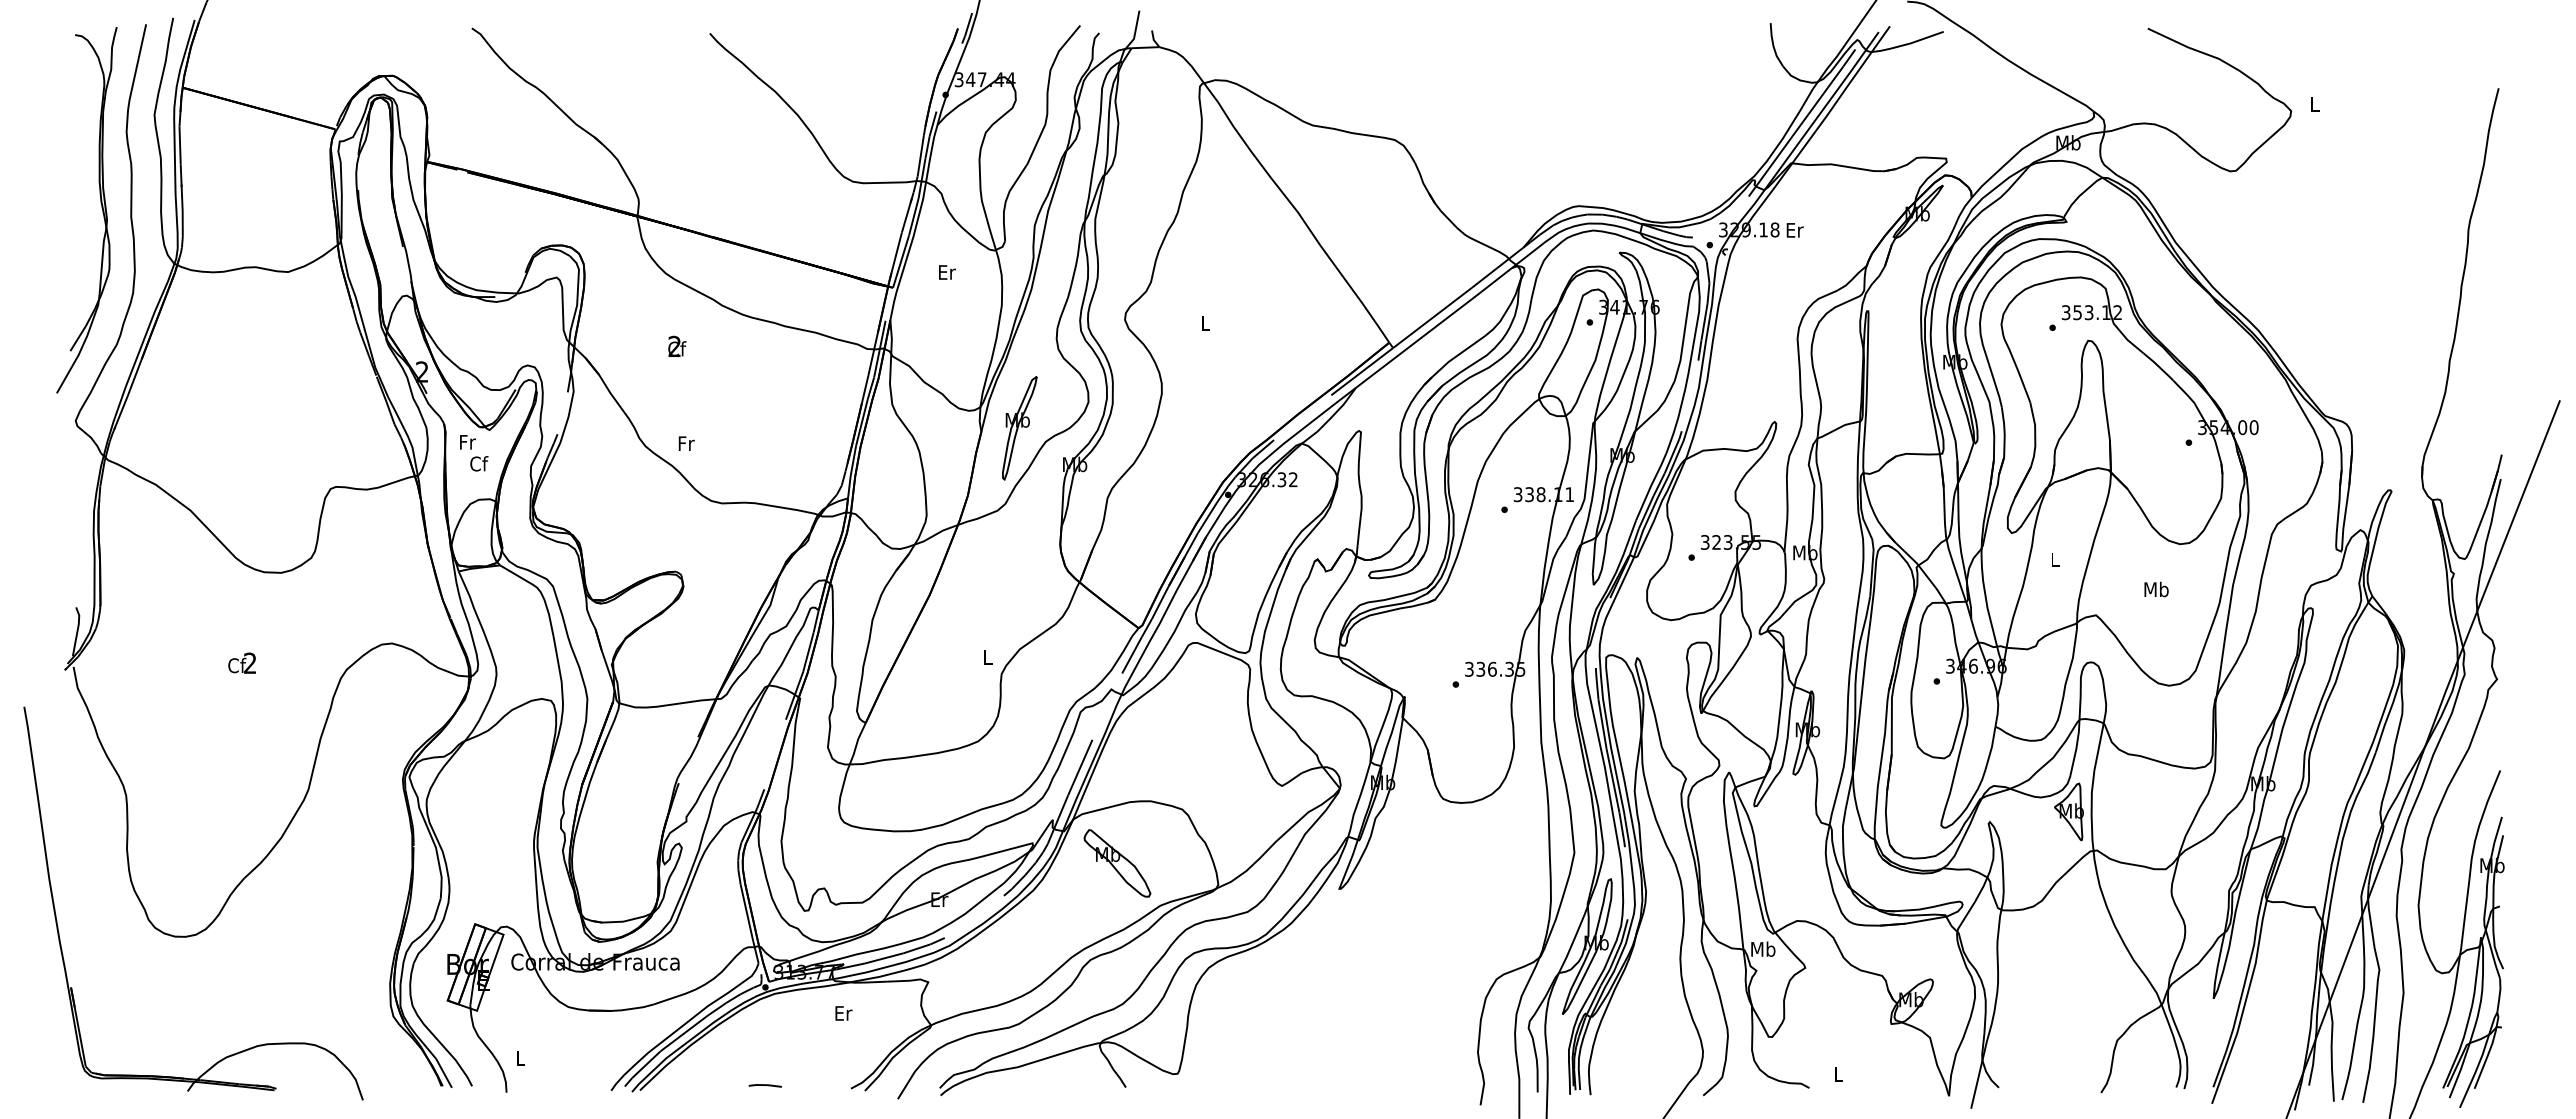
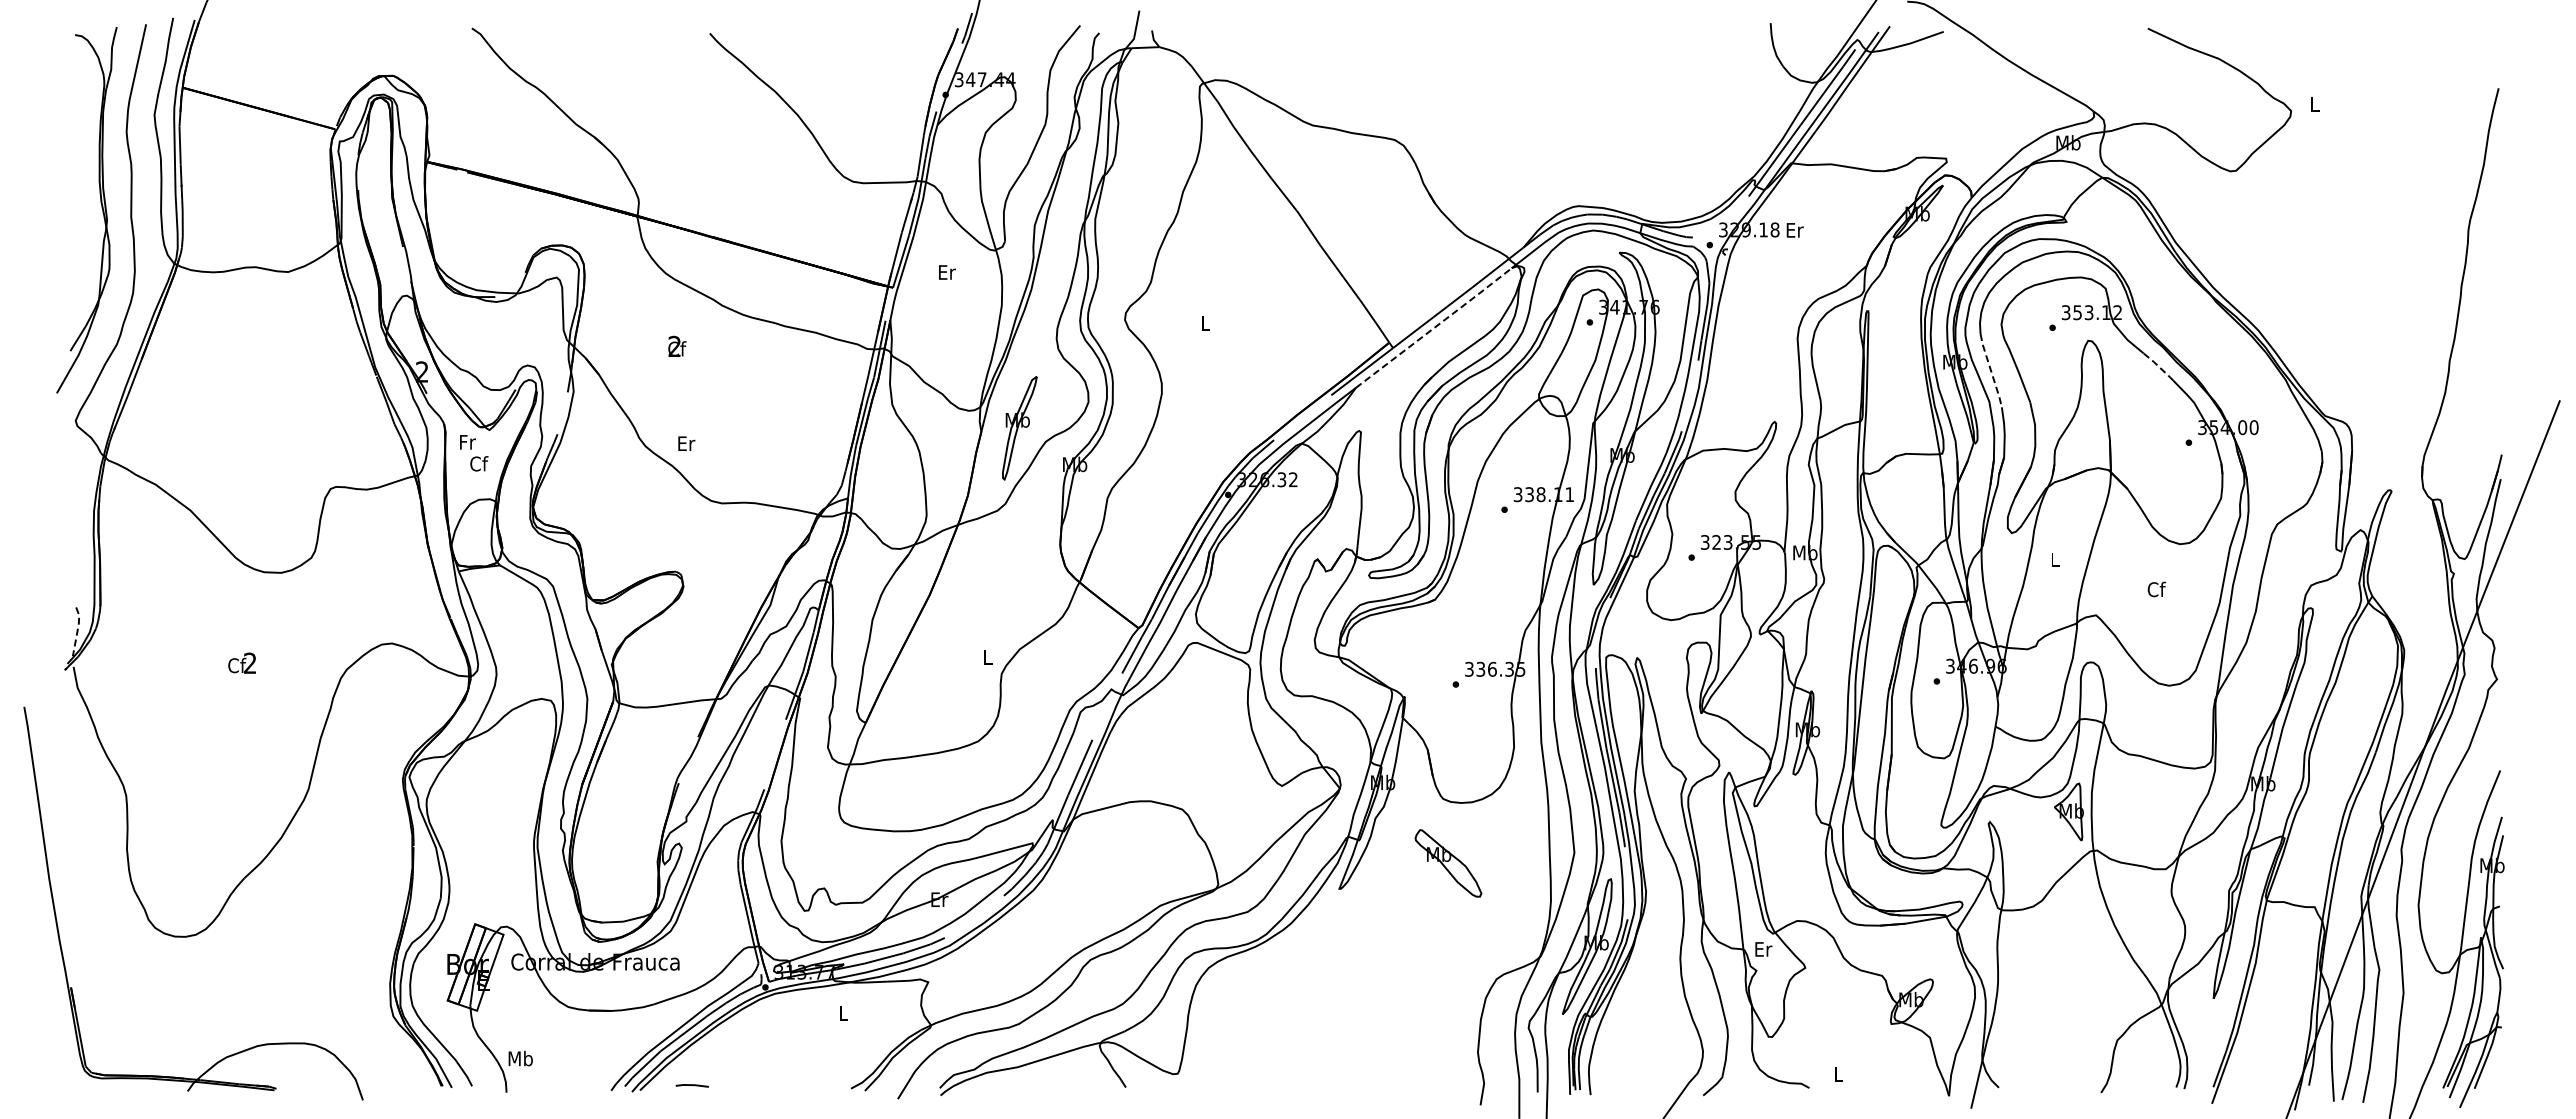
line at (1434, 327): solid -> dashed
line at (2158, 366): solid -> dashed
line at (1990, 370): solid -> dashed
text at (686, 443): Fr -> Er
text at (2156, 589): Mb -> Cf
line at (77, 631): solid -> dashed
part at (1117, 863) position: (1117, 863) -> (1448, 863)
text at (1763, 948): Mb -> Er
text at (843, 1013): Er -> L
text at (520, 1058): L -> Mb
line at (764, 1085) position: (764, 1085) -> (691, 1085)
